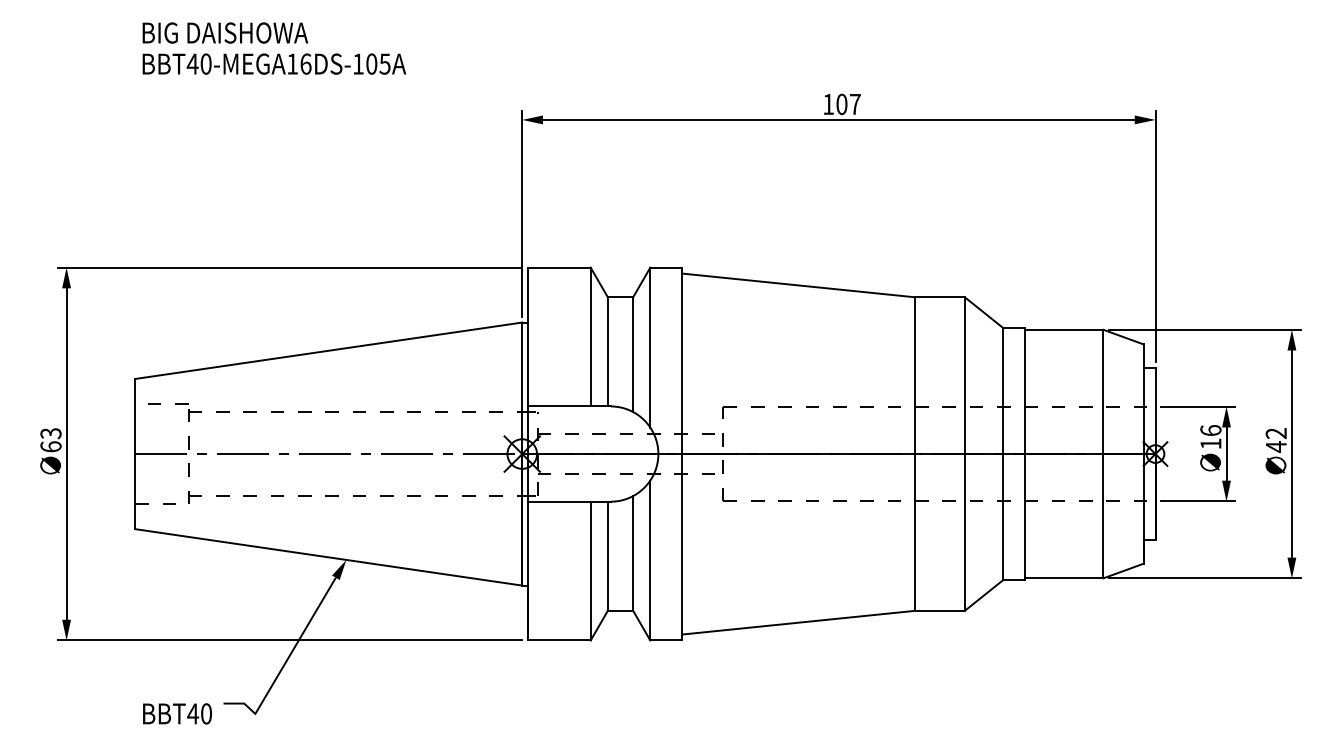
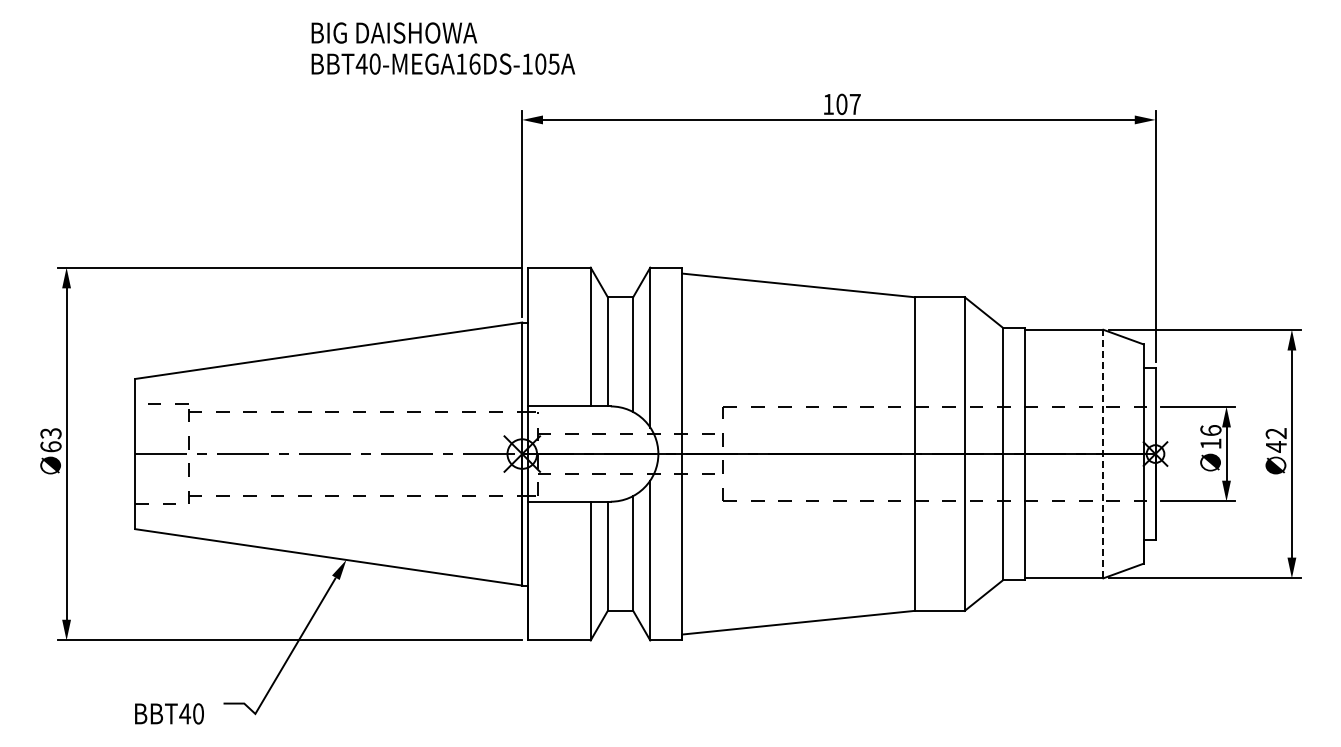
text at (274, 48) position: (274, 48) -> (443, 48)
line at (1103, 453): solid -> dashed
text at (177, 713) position: (177, 713) -> (169, 713)
